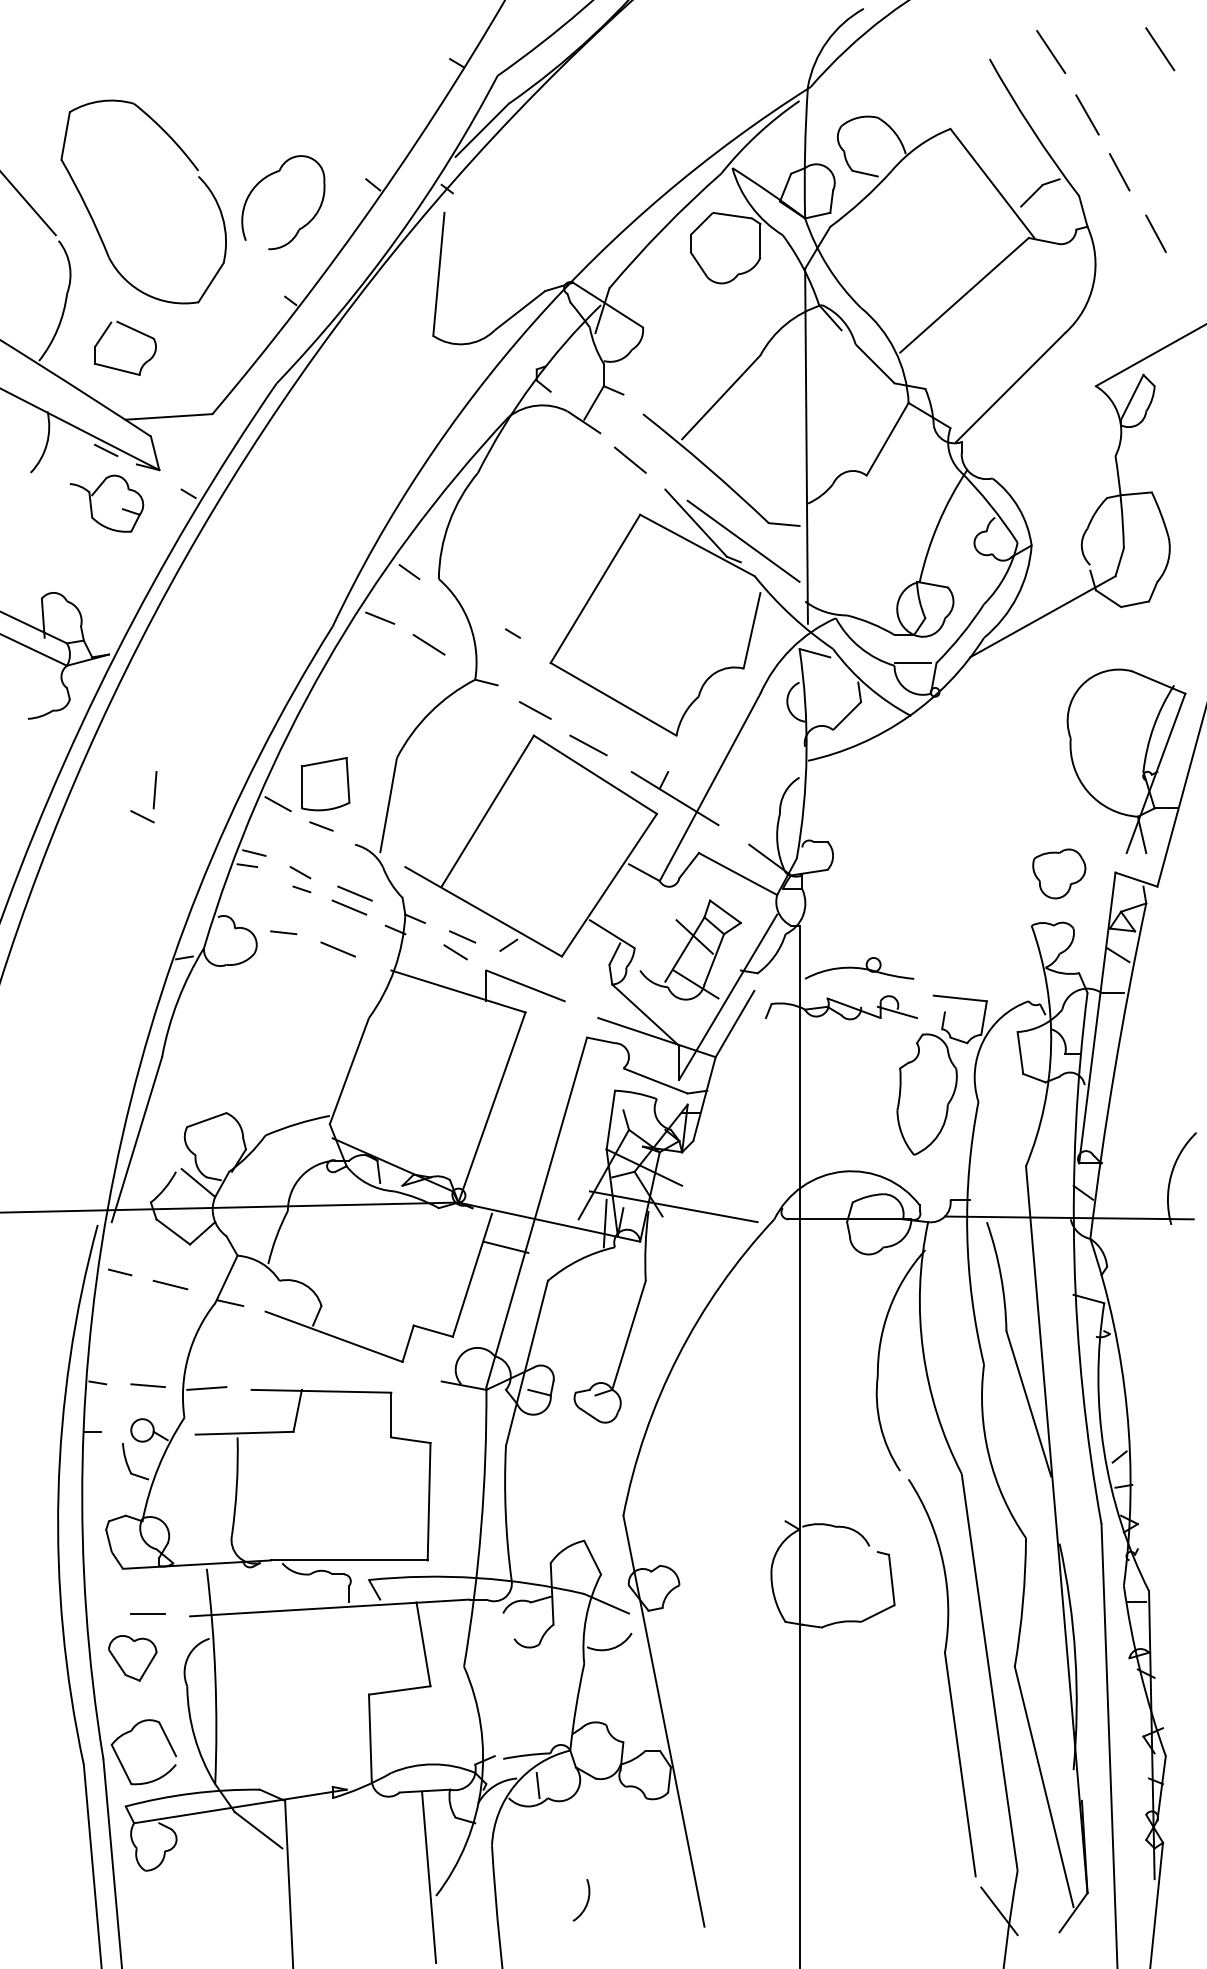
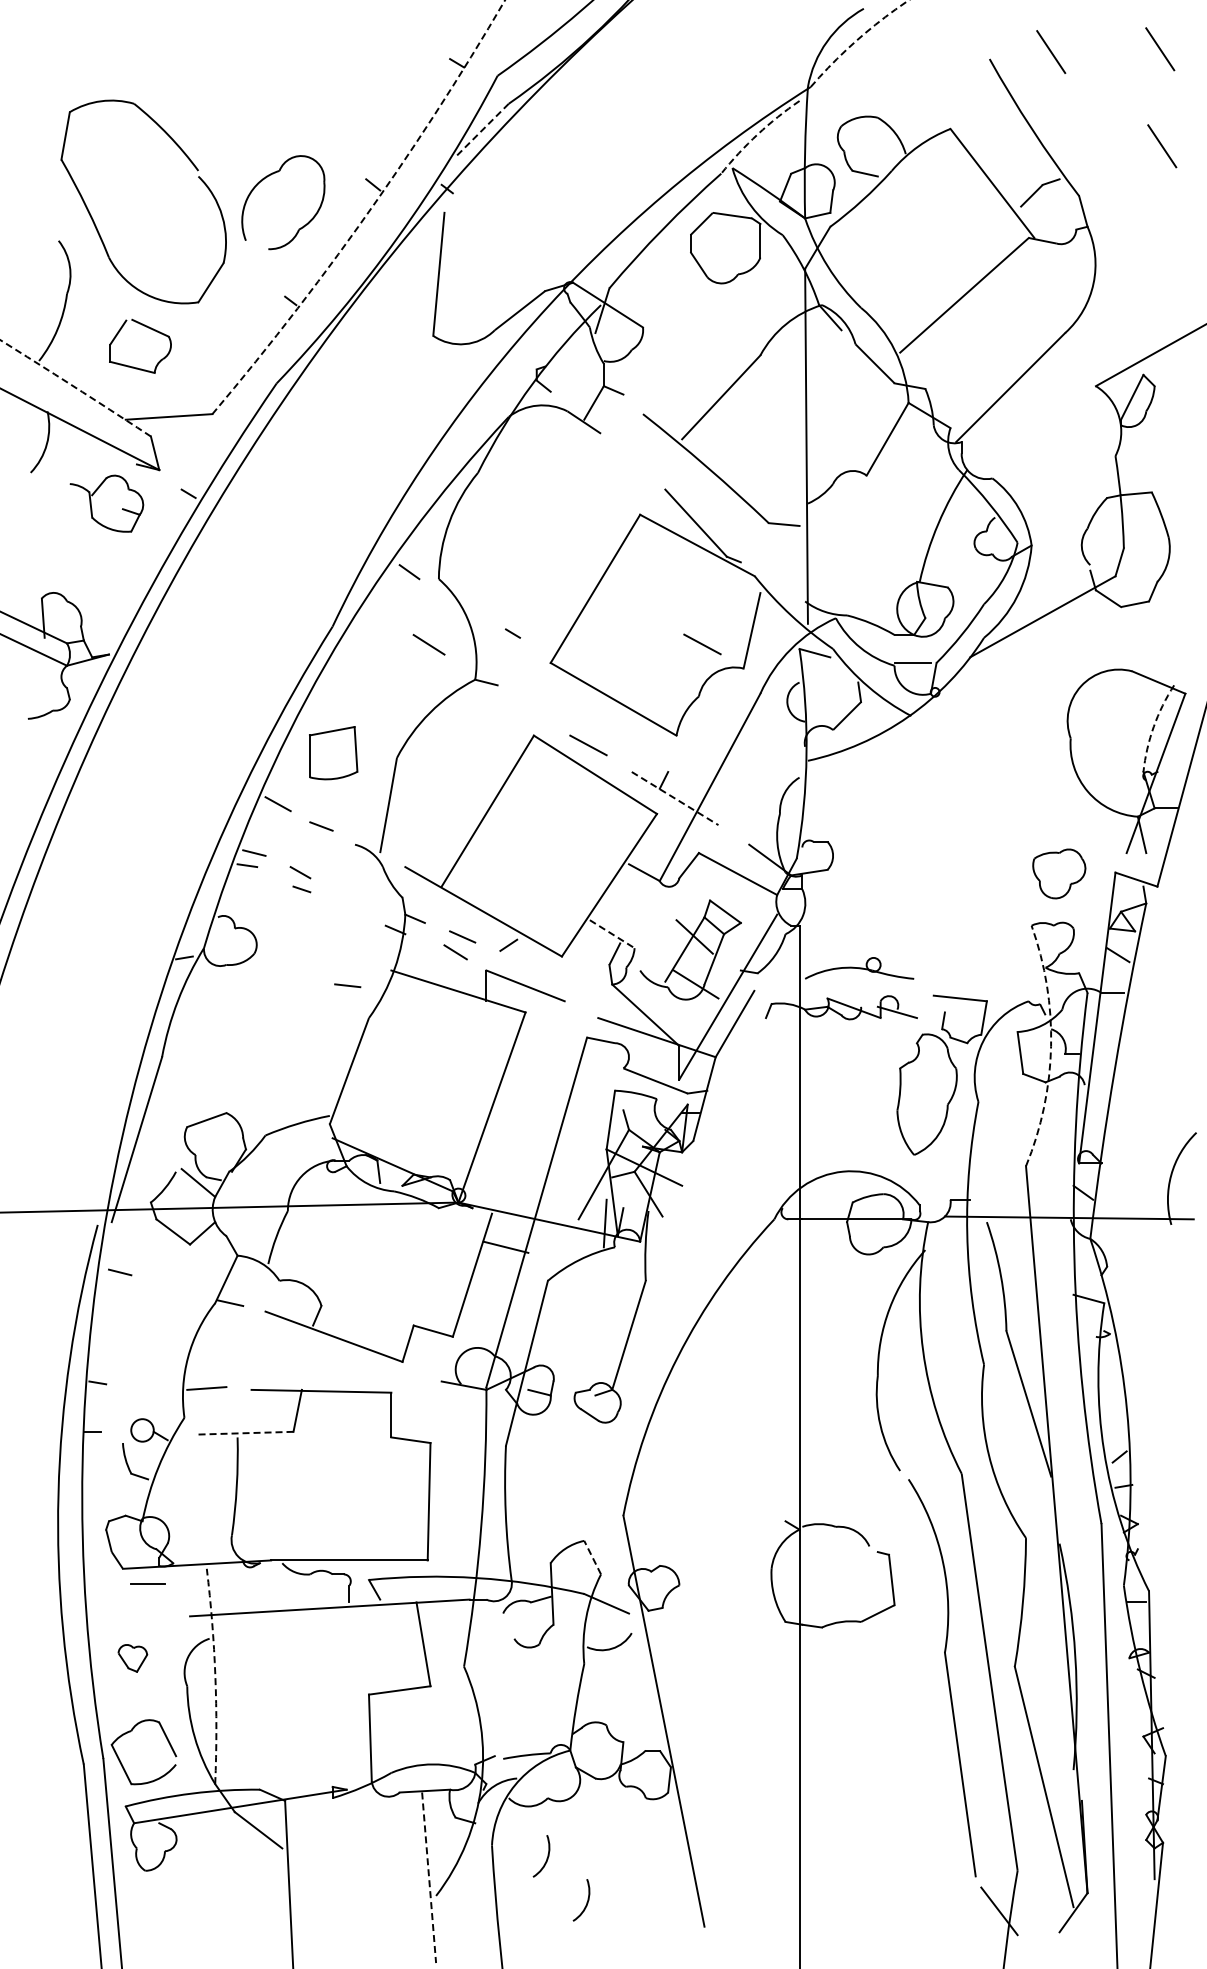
arc at (856, 40): solid -> dashed
line at (1087, 114): present -> none
line at (482, 130): solid -> dashed
arc at (757, 134): solid -> dashed
line at (1162, 146): none -> present
line at (1119, 172): present -> none
line at (28, 204): present -> none
arc at (367, 213): solid -> dashed
line at (1155, 233): present -> none
part at (133, 330) position: (133, 330) -> (148, 328)
arc at (76, 388): solid -> dashed
line at (106, 450): present -> none
line at (630, 459): present -> none
line at (743, 540): present -> none
line at (380, 617): present -> none
line at (702, 644): none -> present
line at (534, 710): present -> none
arc at (1153, 726): solid -> dashed
part at (325, 784) position: (325, 784) -> (333, 753)
line at (154, 790): present -> none
line at (675, 798): solid -> dashed
line at (142, 816): present -> none
line at (354, 893): present -> none
line at (349, 907): present -> none
line at (283, 932) position: (283, 932) -> (347, 985)
line at (612, 934): solid -> dashed
line at (338, 949): present -> none
arc at (1051, 1046): solid -> dashed
line at (673, 1206): present -> none
line at (170, 1284): present -> none
line at (147, 1385): present -> none
line at (244, 1433): solid -> dashed
line at (592, 1557): solid -> dashed
line at (147, 1613) position: (147, 1613) -> (147, 1583)
part at (132, 1658) size: 50x47 px -> 32x29 px
arc at (215, 1676): solid -> dashed
line at (537, 1785): present -> none
arc at (546, 1858): none -> present
line at (429, 1877): solid -> dashed
